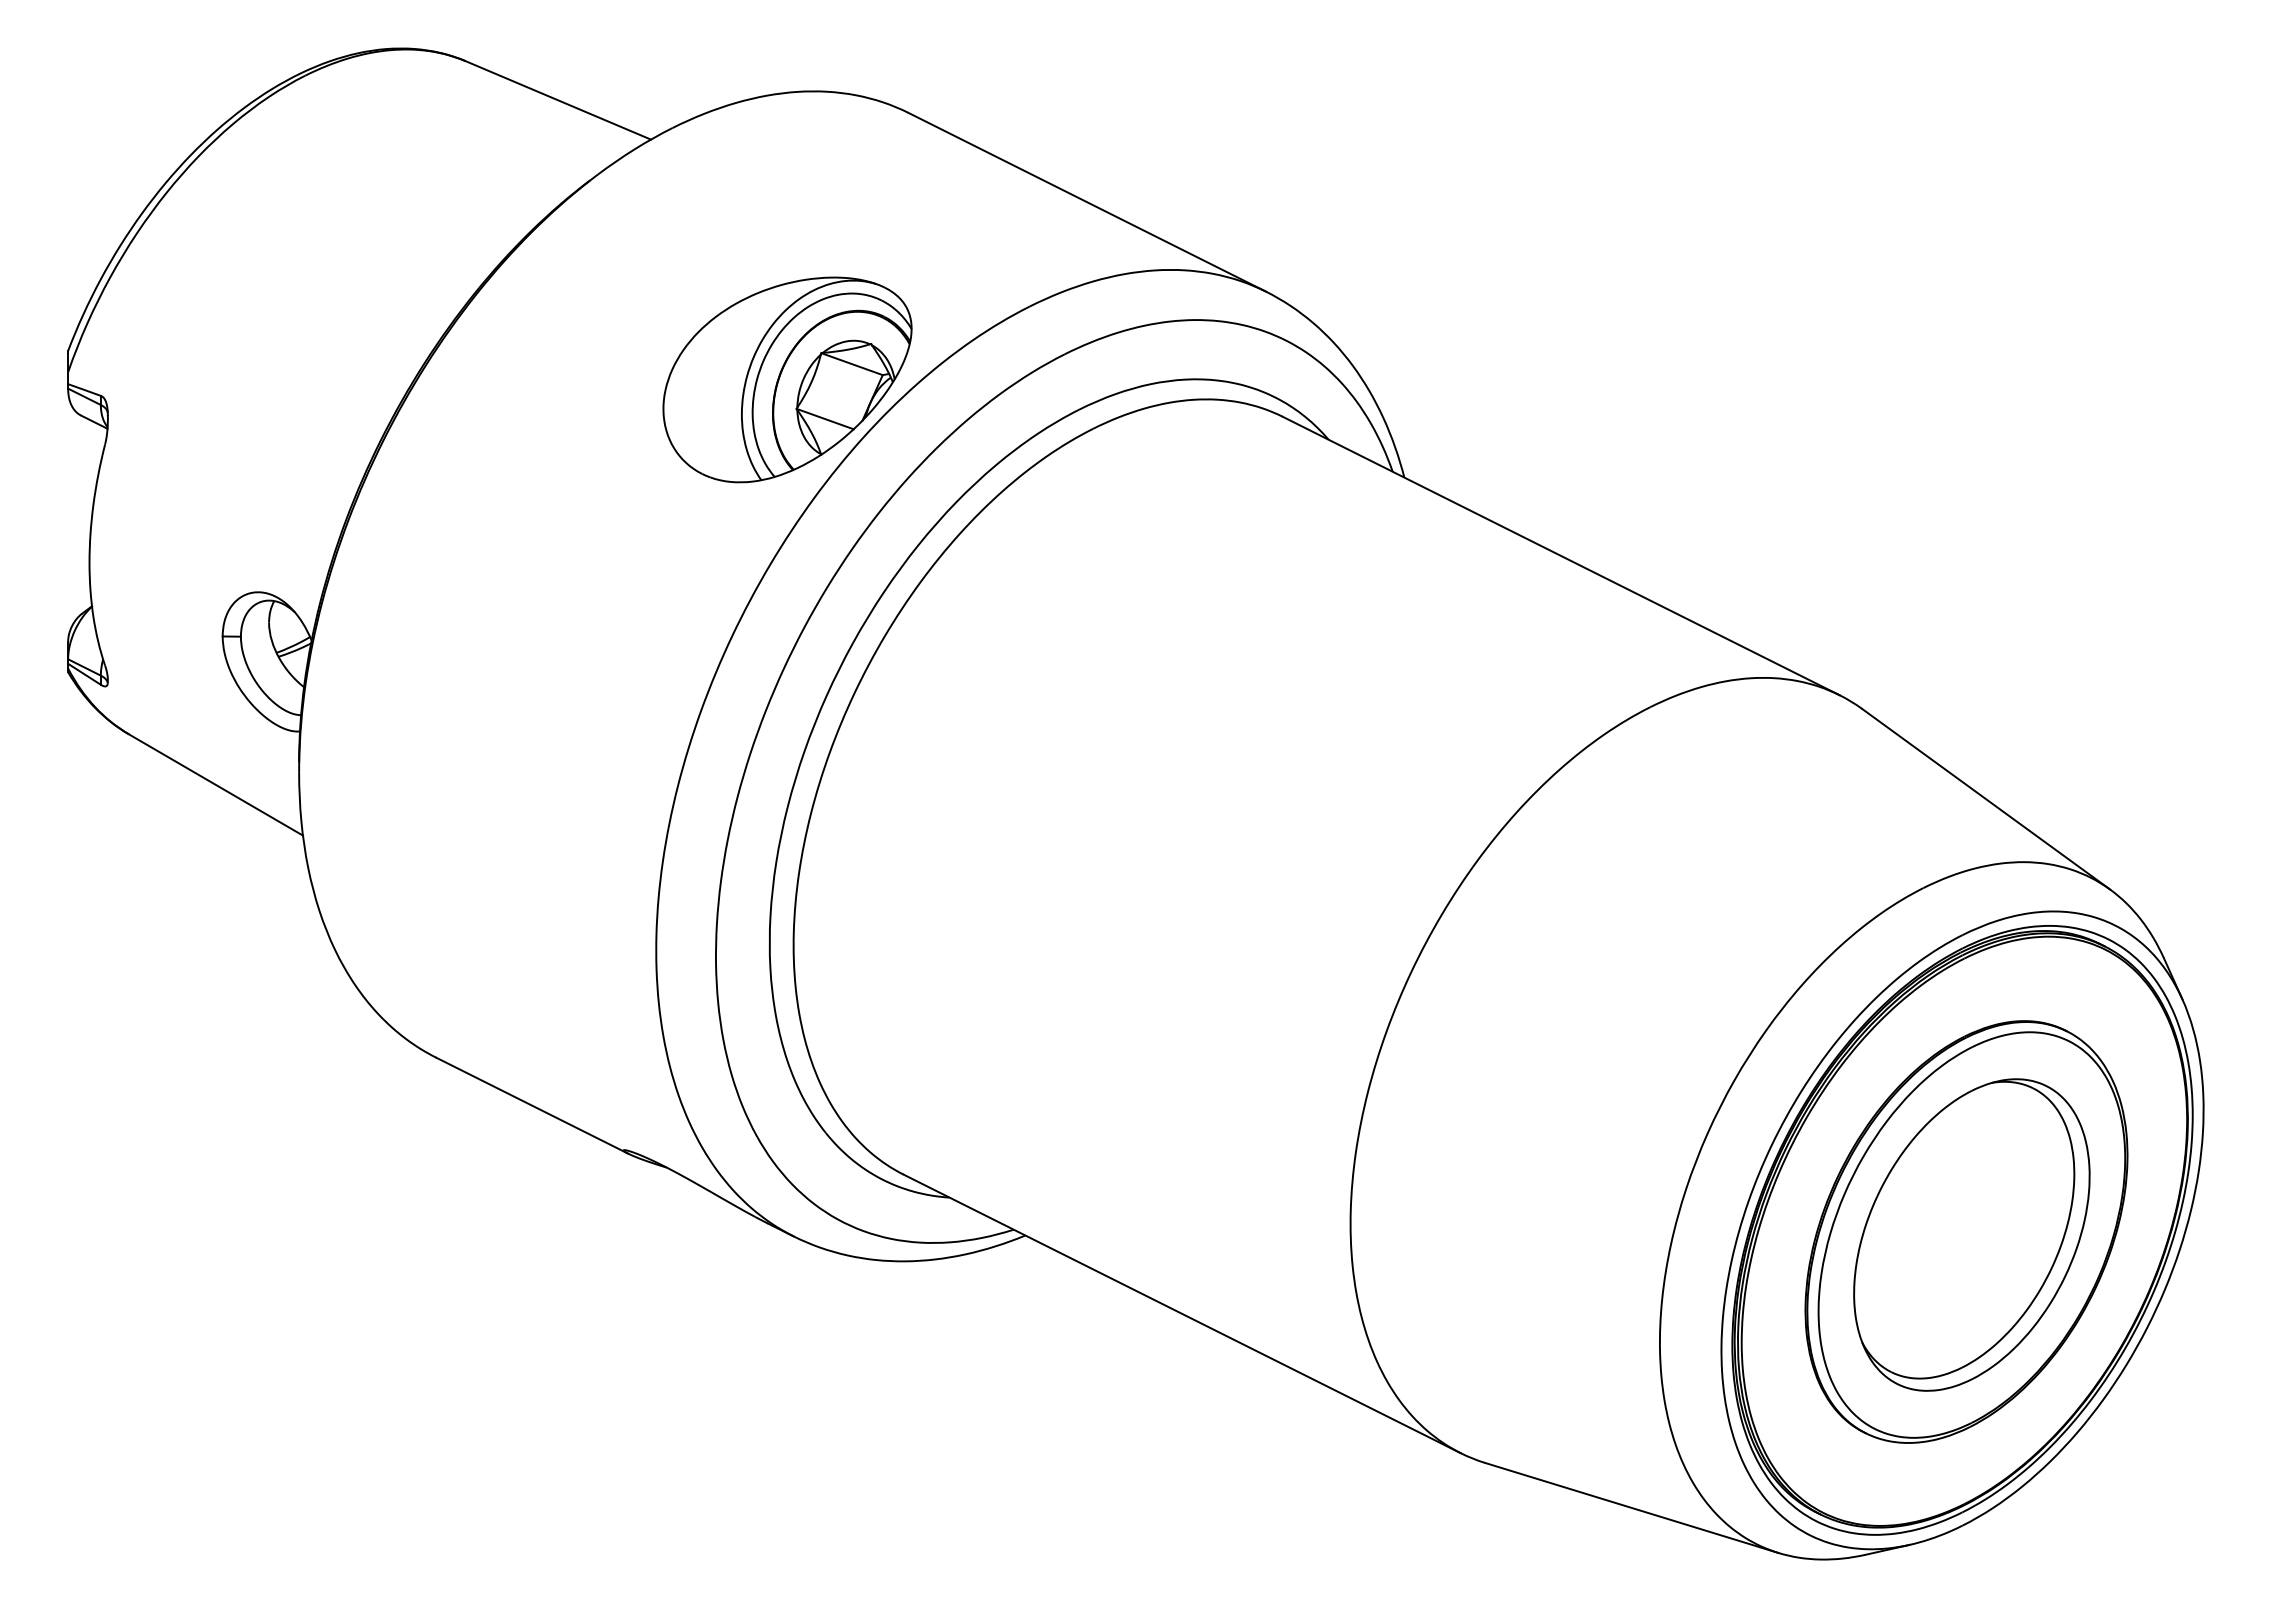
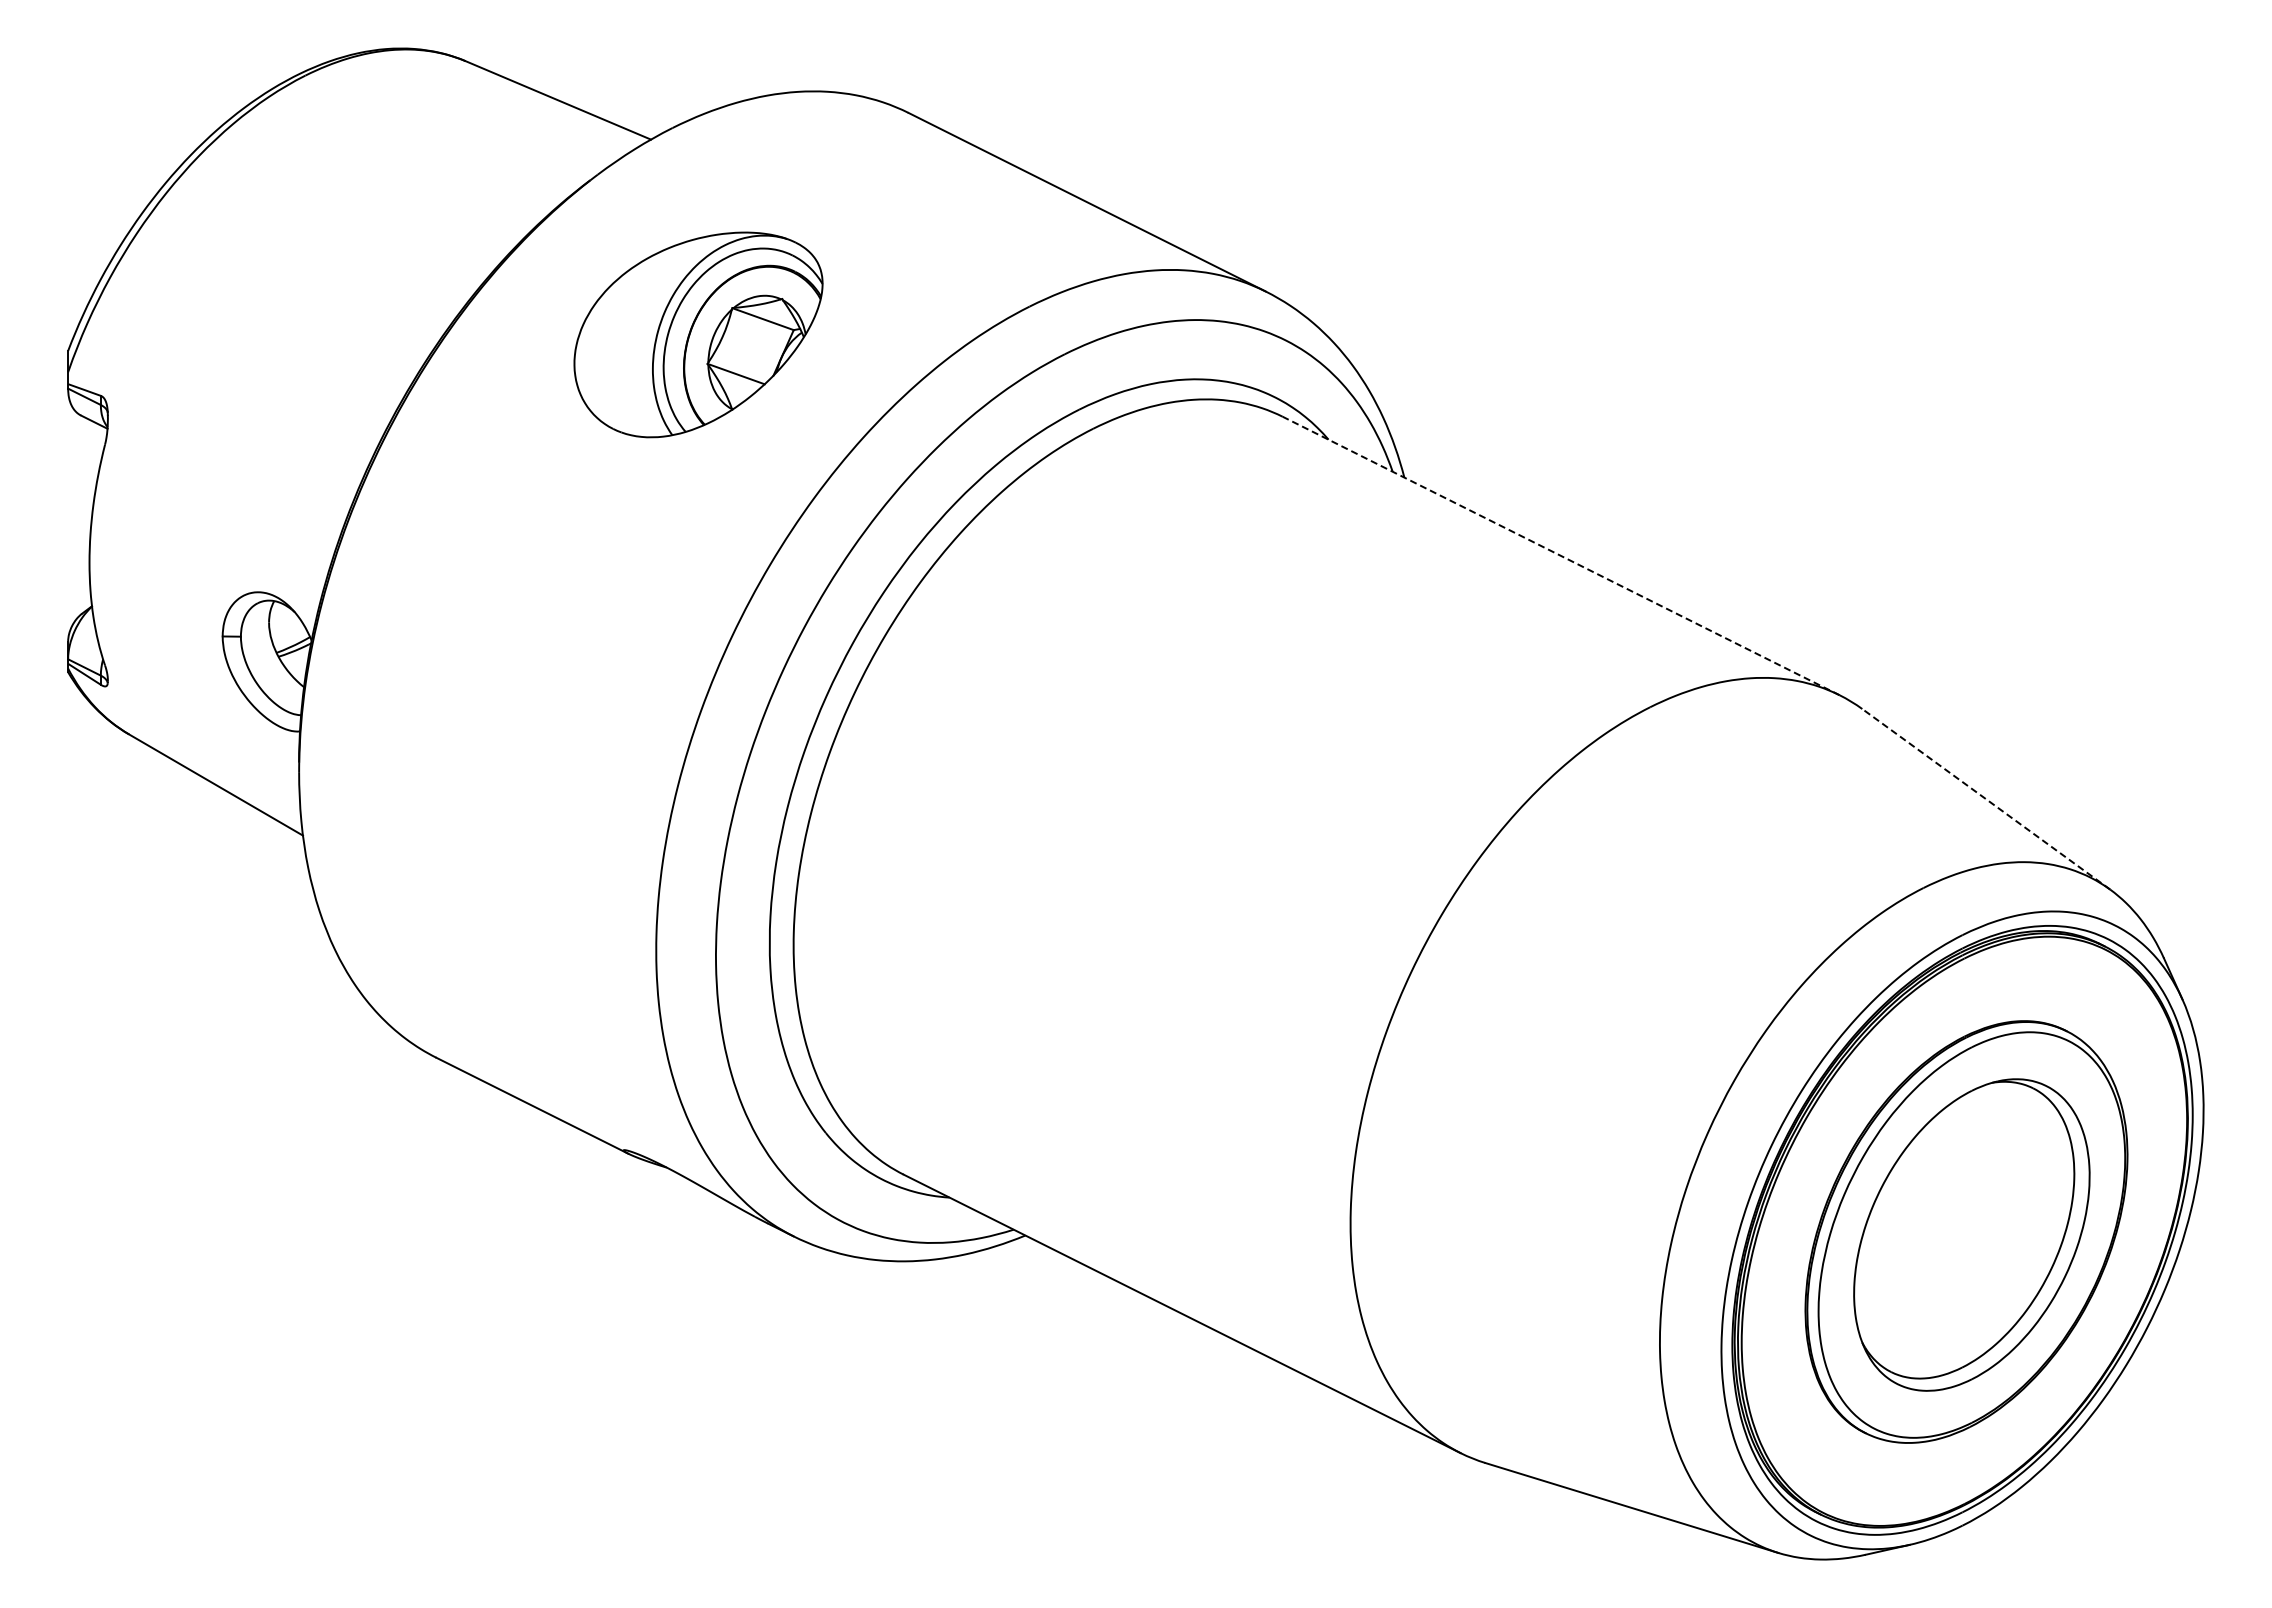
part at (787, 379) position: (787, 379) -> (698, 334)
line at (1560, 555): solid -> dashed
line at (1985, 799): solid -> dashed
